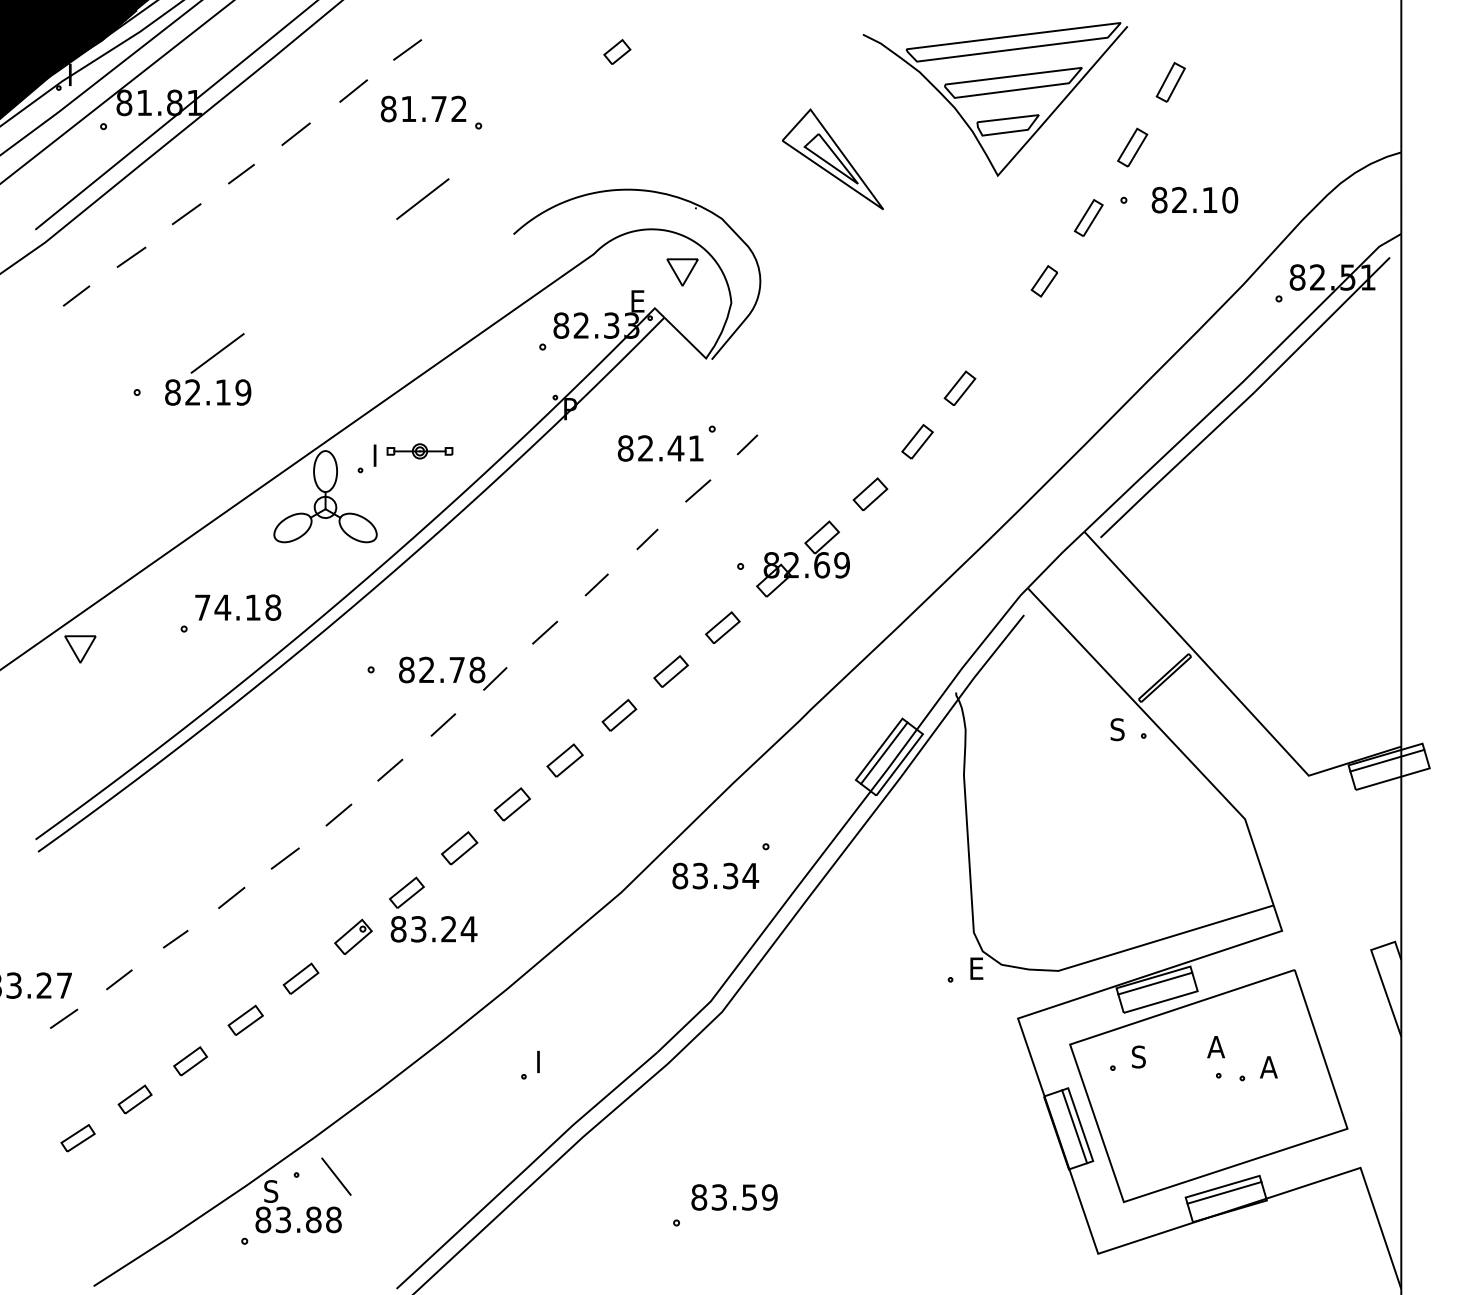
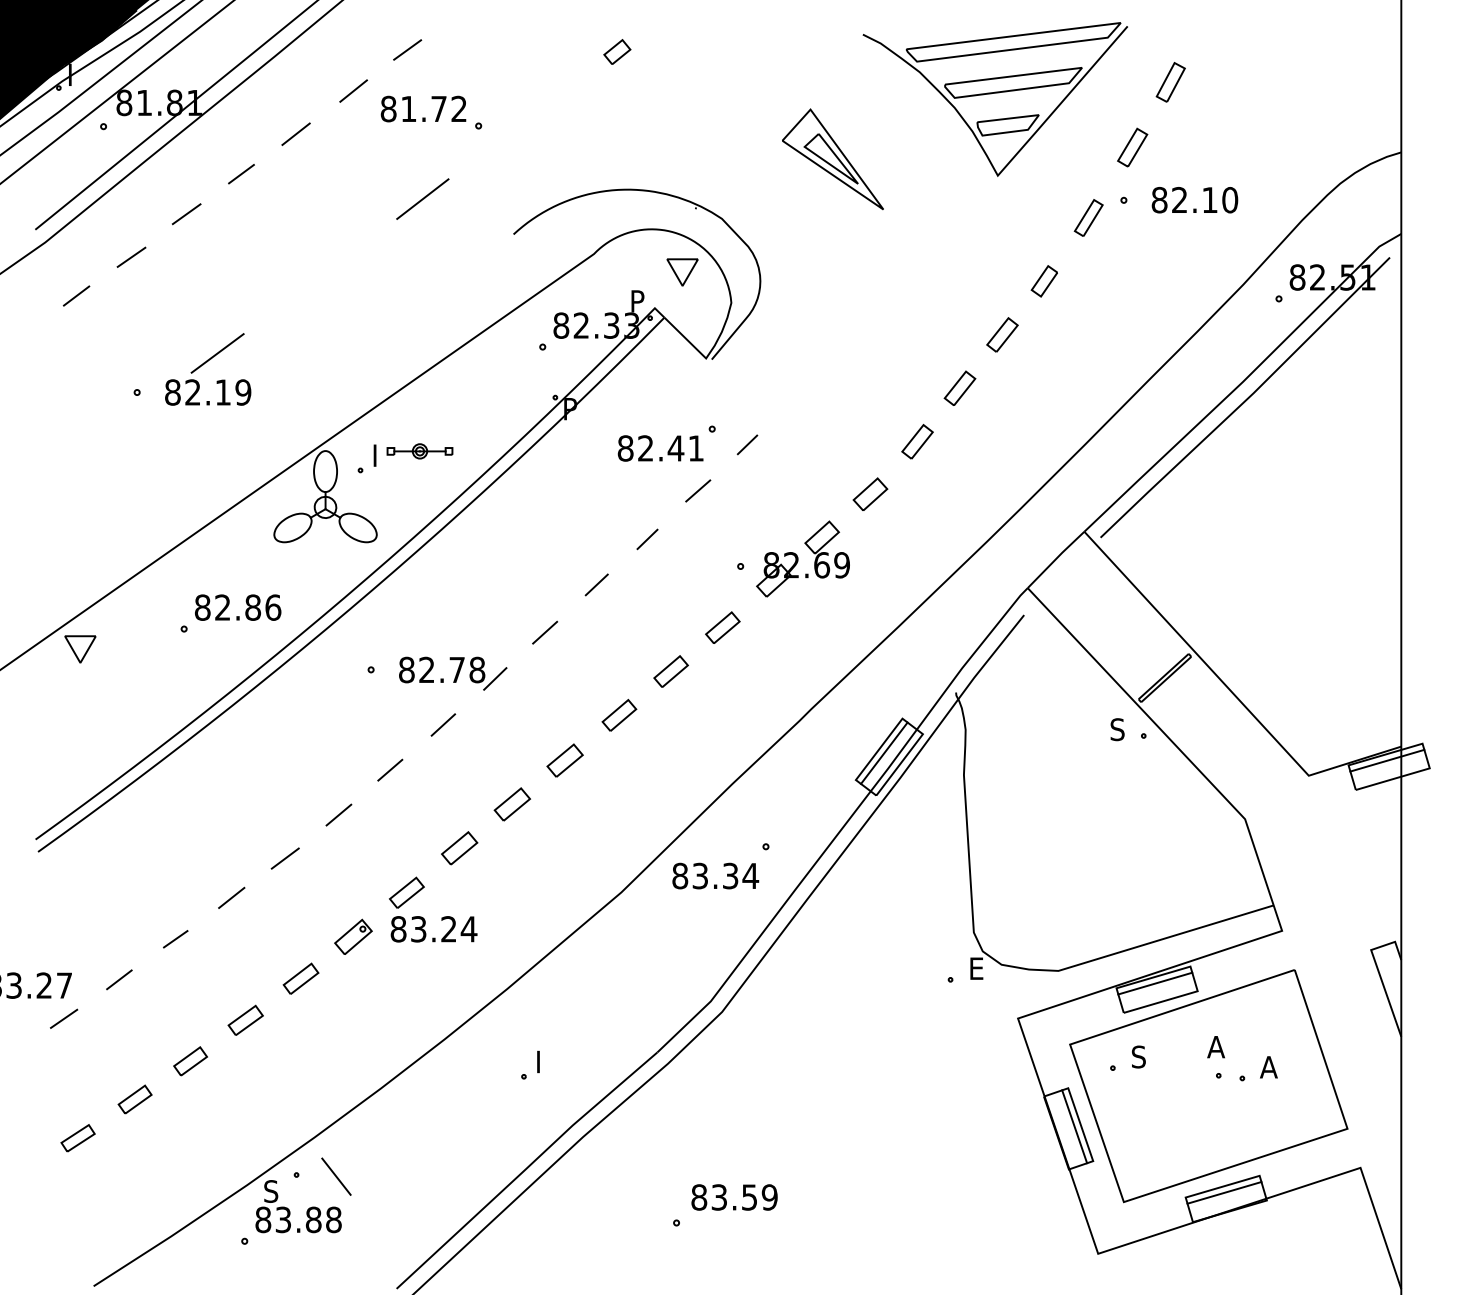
text at (639, 301): E -> P
part at (1002, 334): none -> present
text at (237, 607): 74.18 -> 82.86
